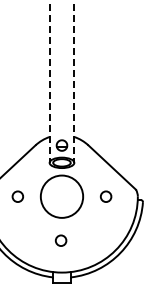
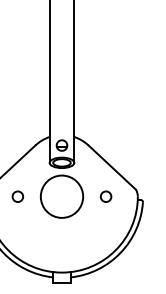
line at (49, 81): dashed -> solid
line at (74, 81): dashed -> solid
circle at (60, 240): present -> none
